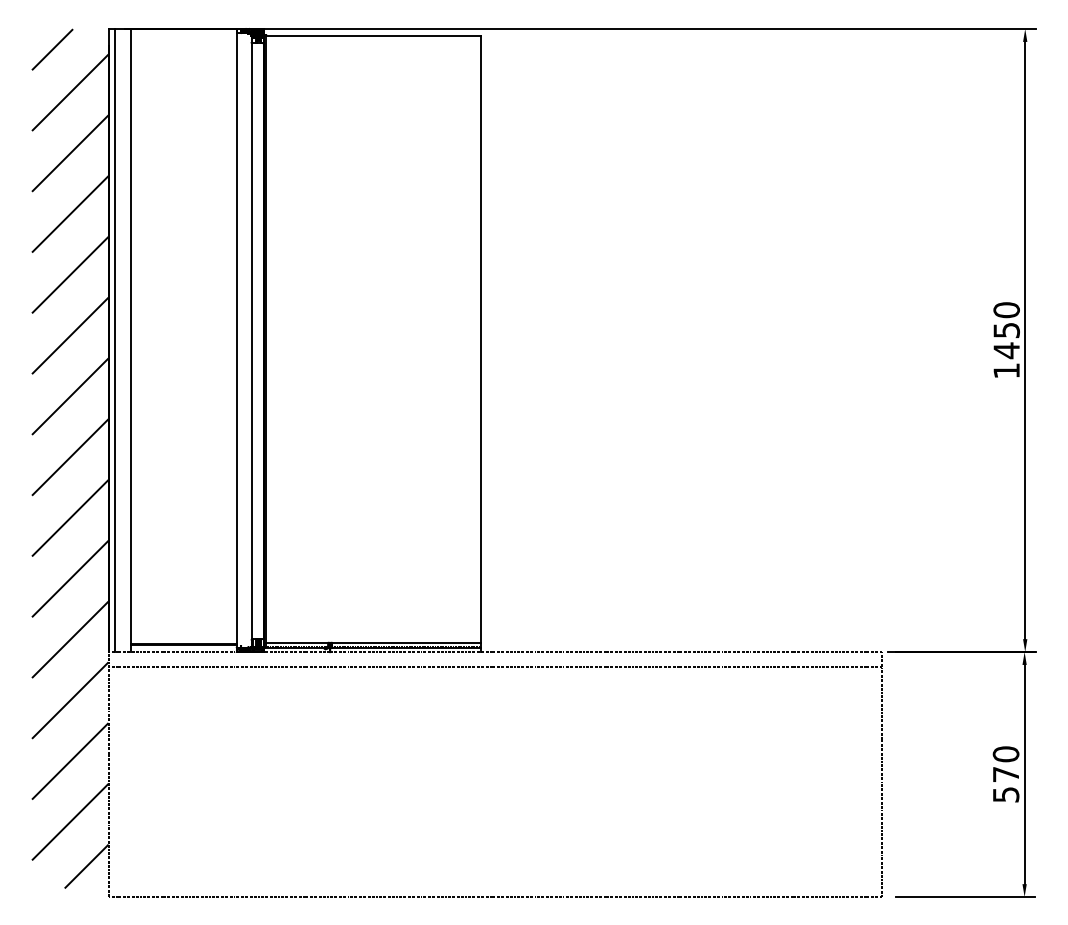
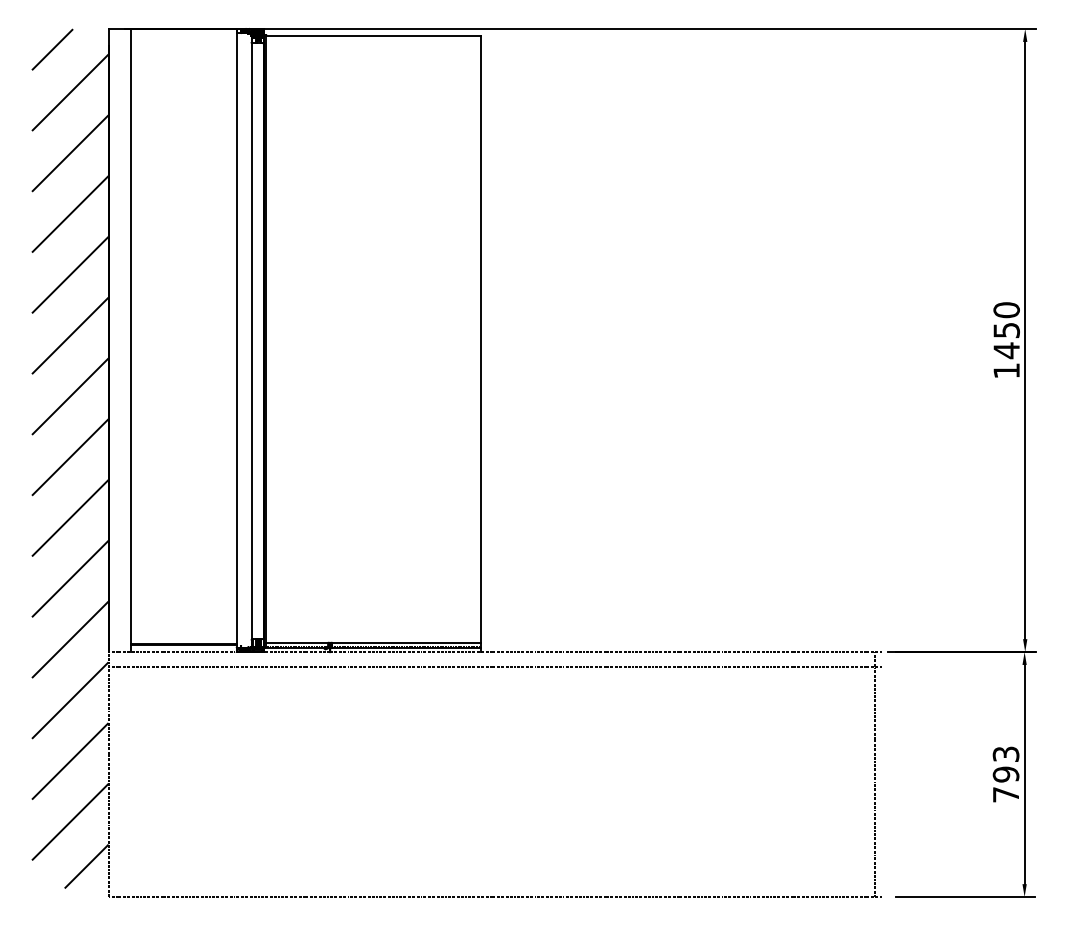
line at (114, 340): present -> none
line at (882, 774) position: (882, 774) -> (875, 774)
text at (1005, 774): 570 -> 793
